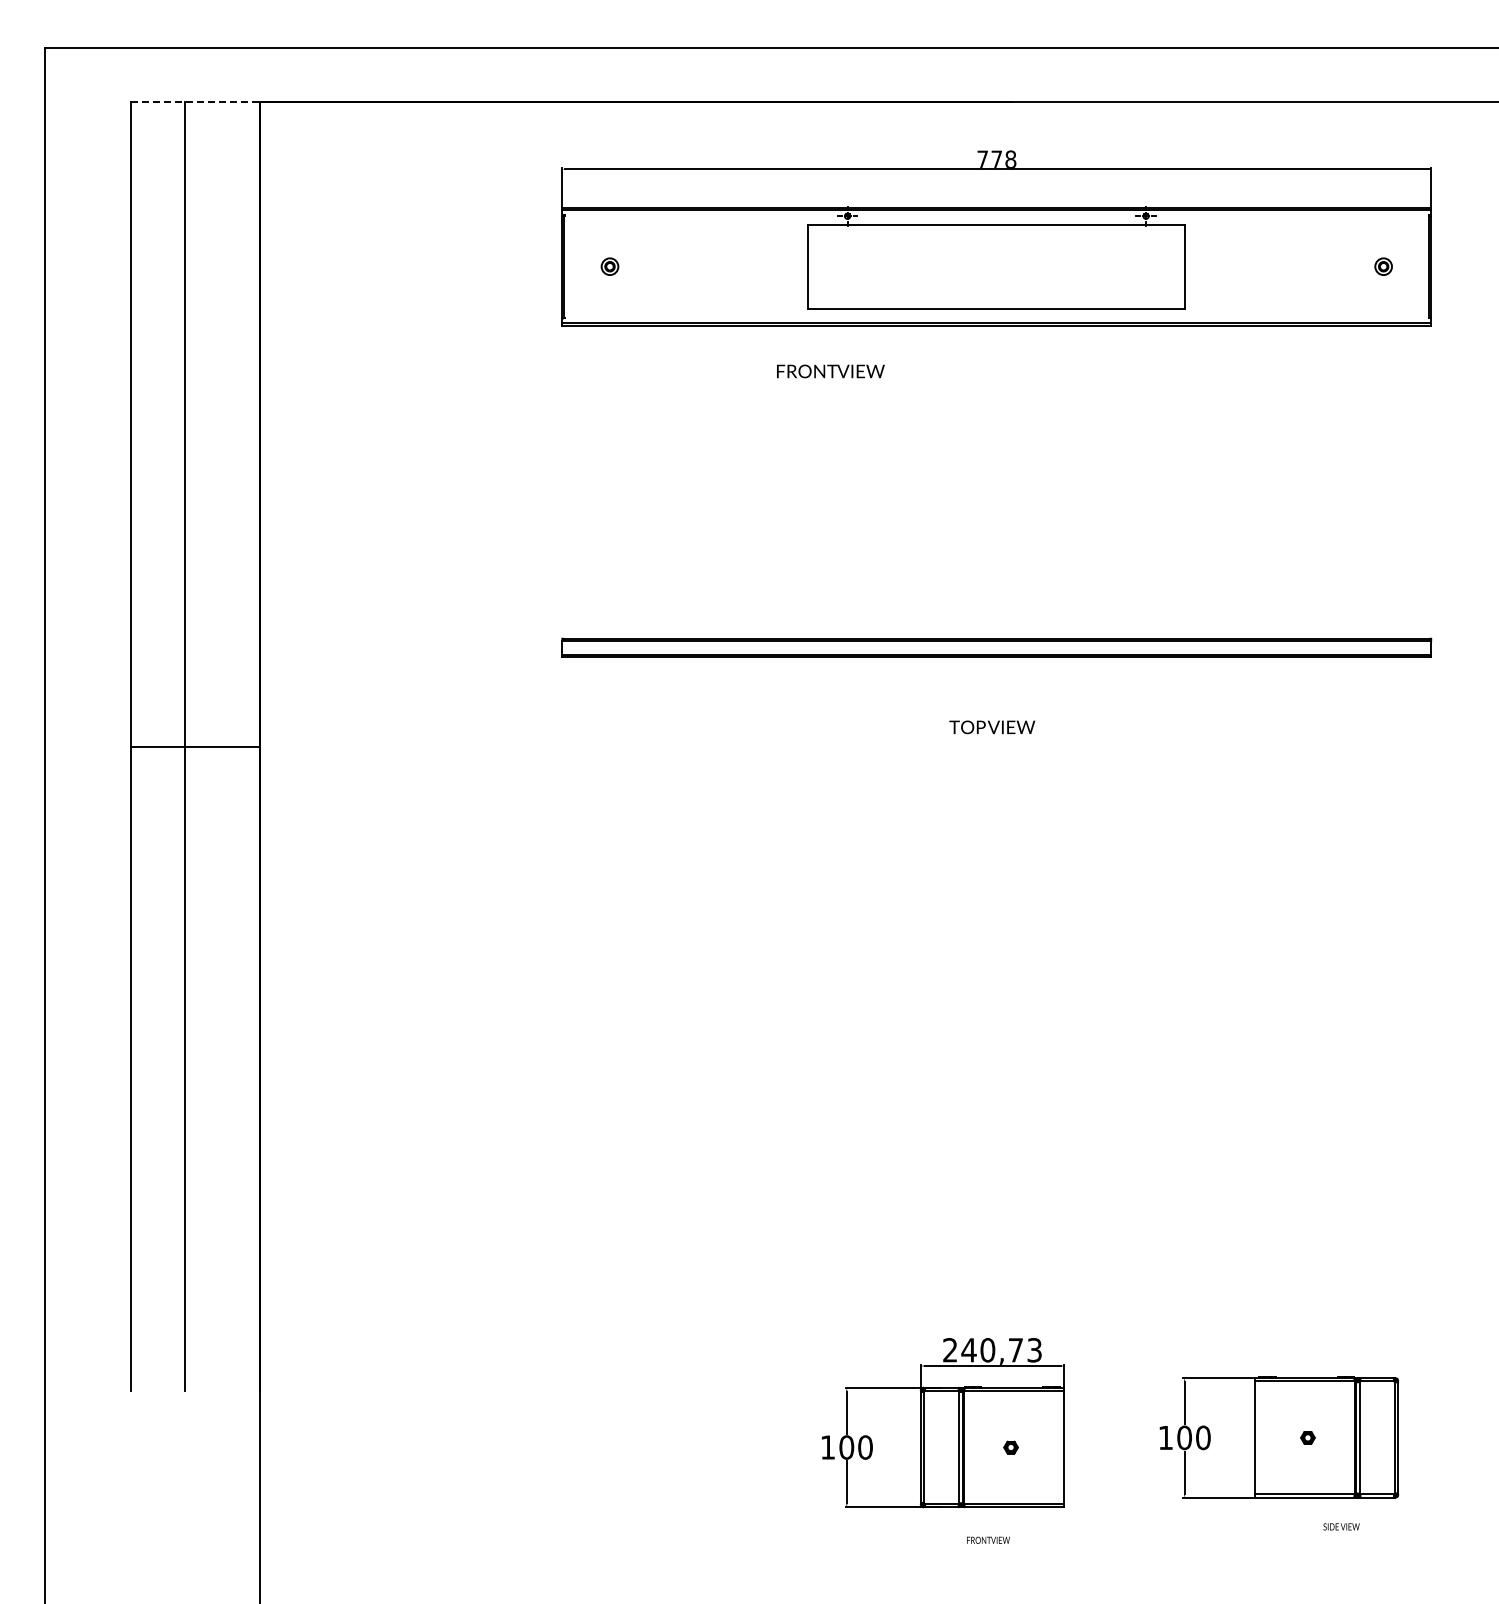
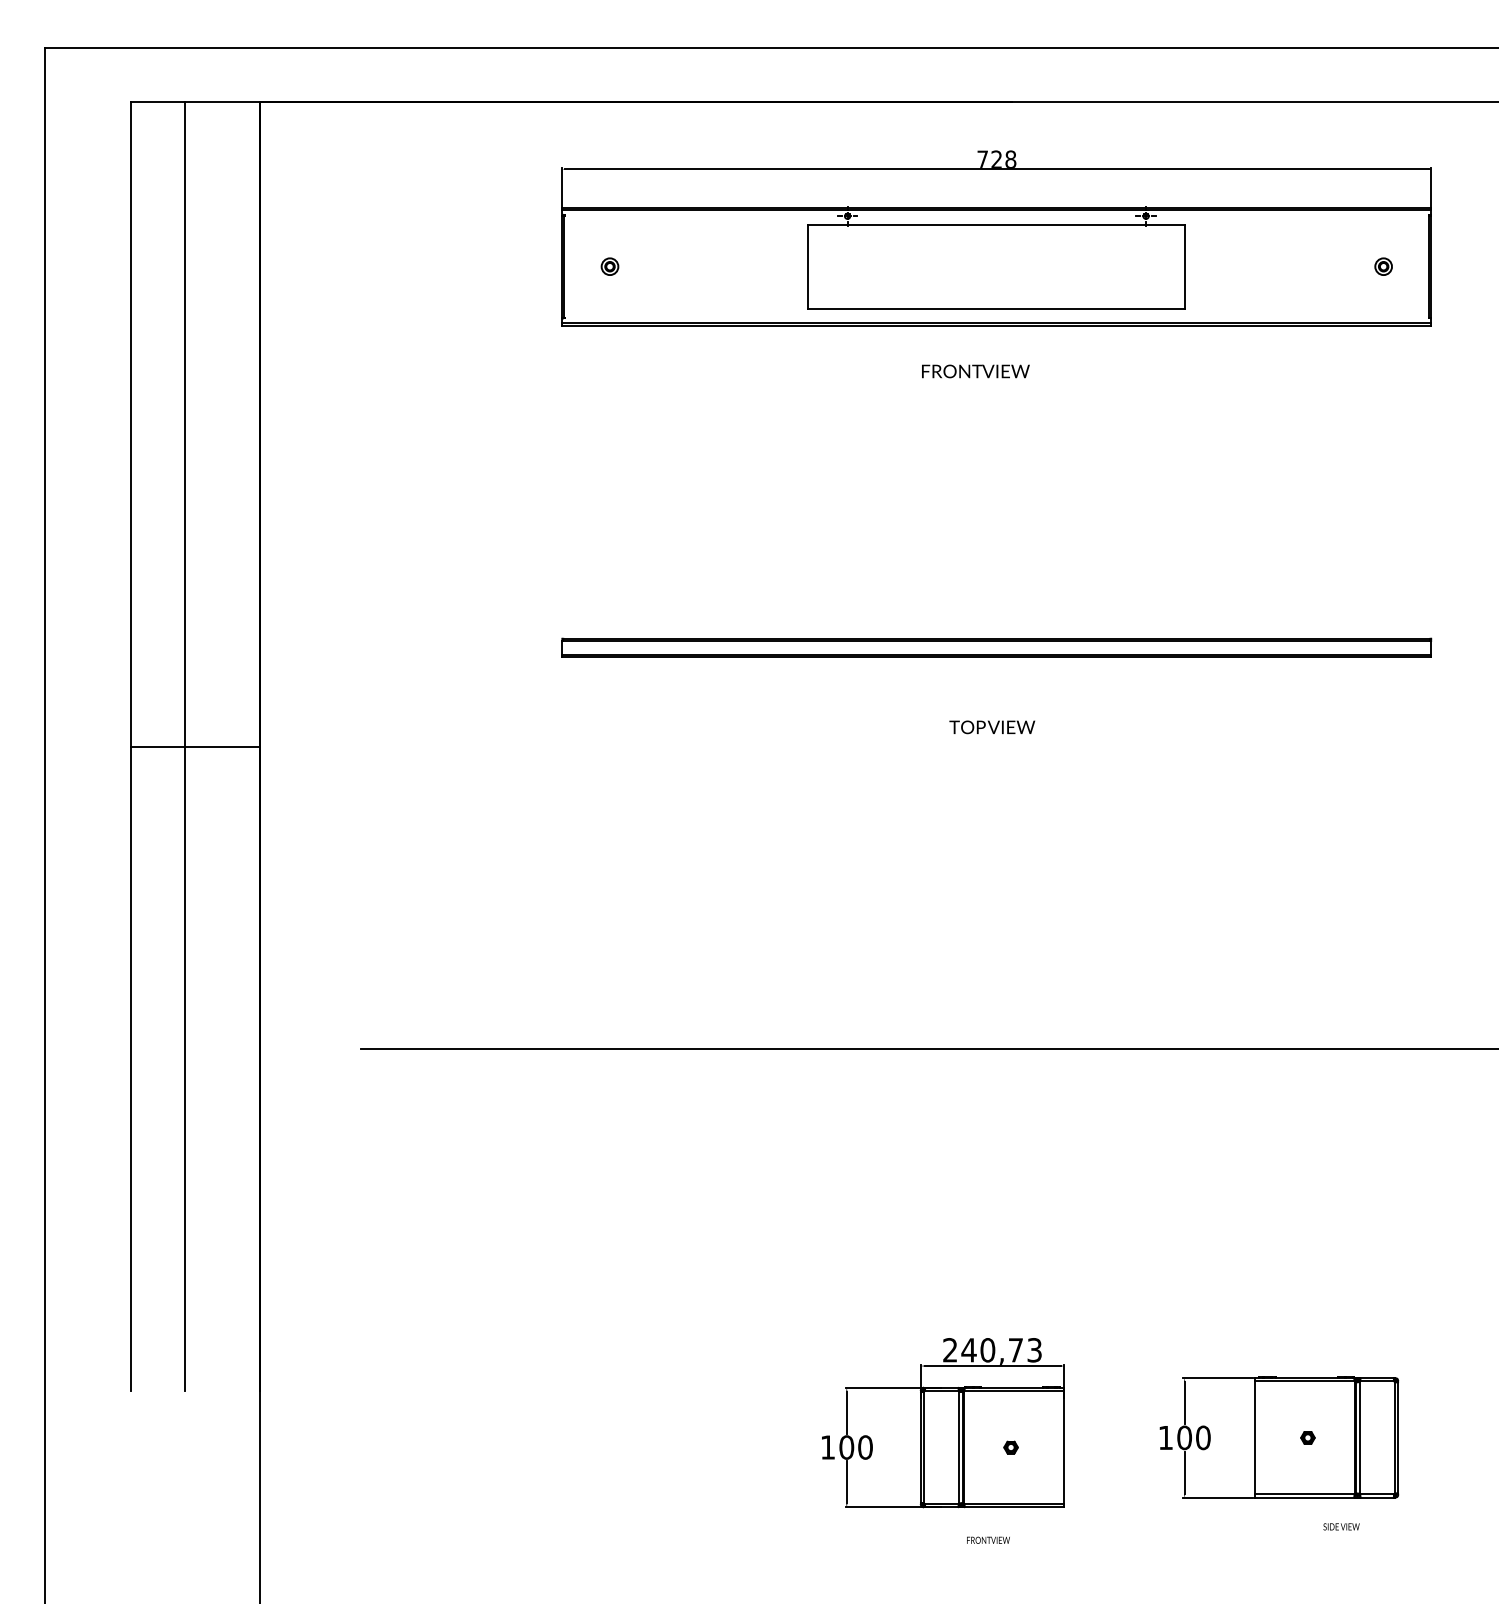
line at (195, 101): dashed -> solid
text at (996, 158): 778 -> 728
text at (830, 371) position: (830, 371) -> (975, 371)
line at (927, 1049): none -> present
